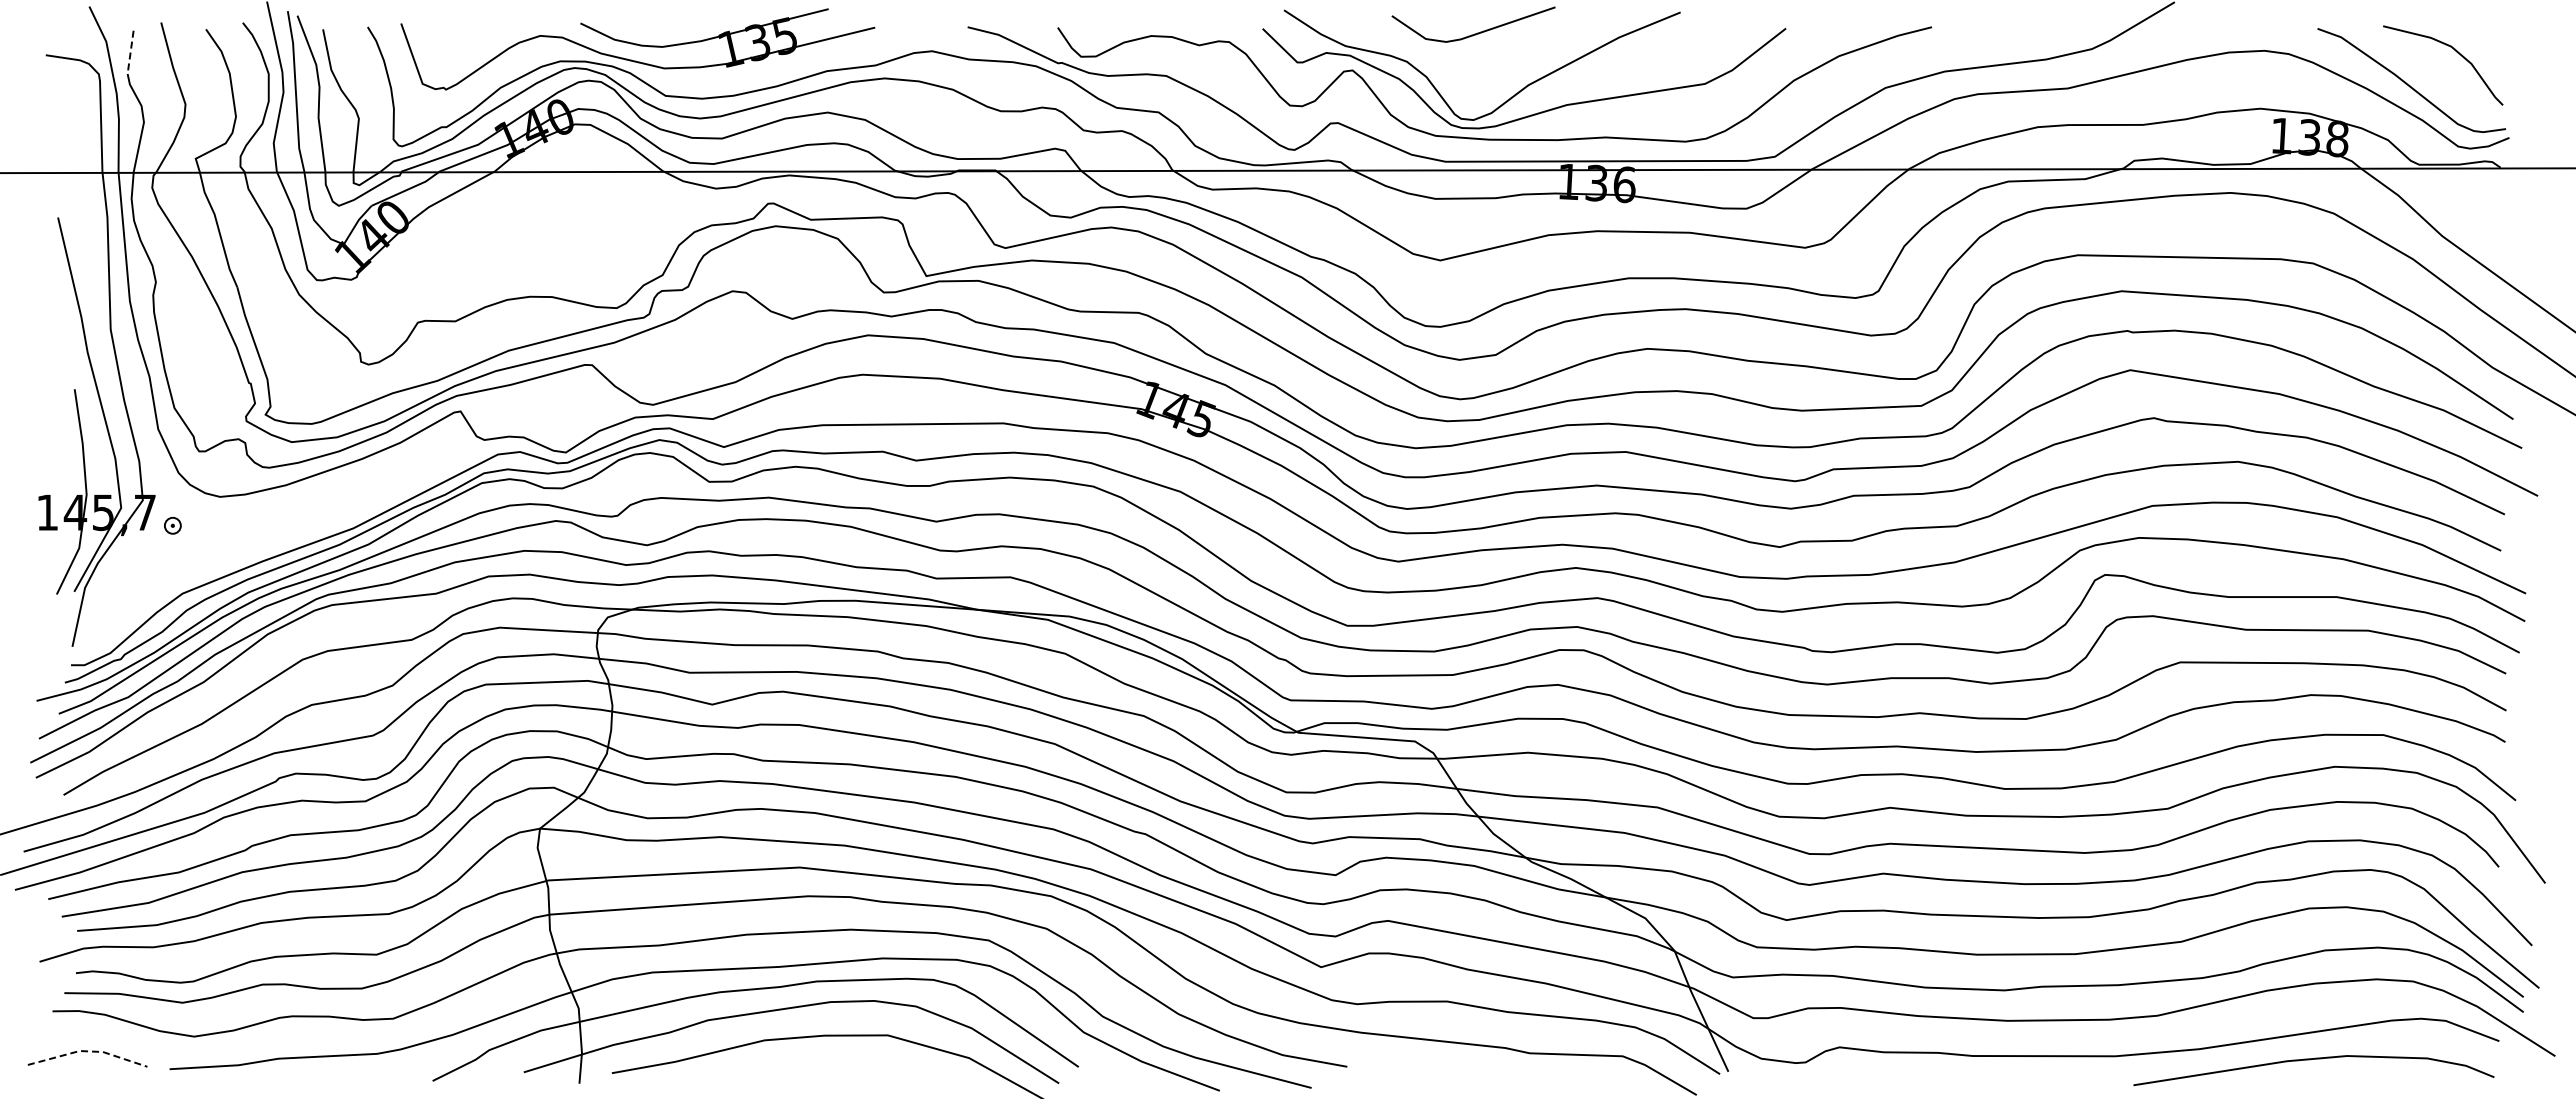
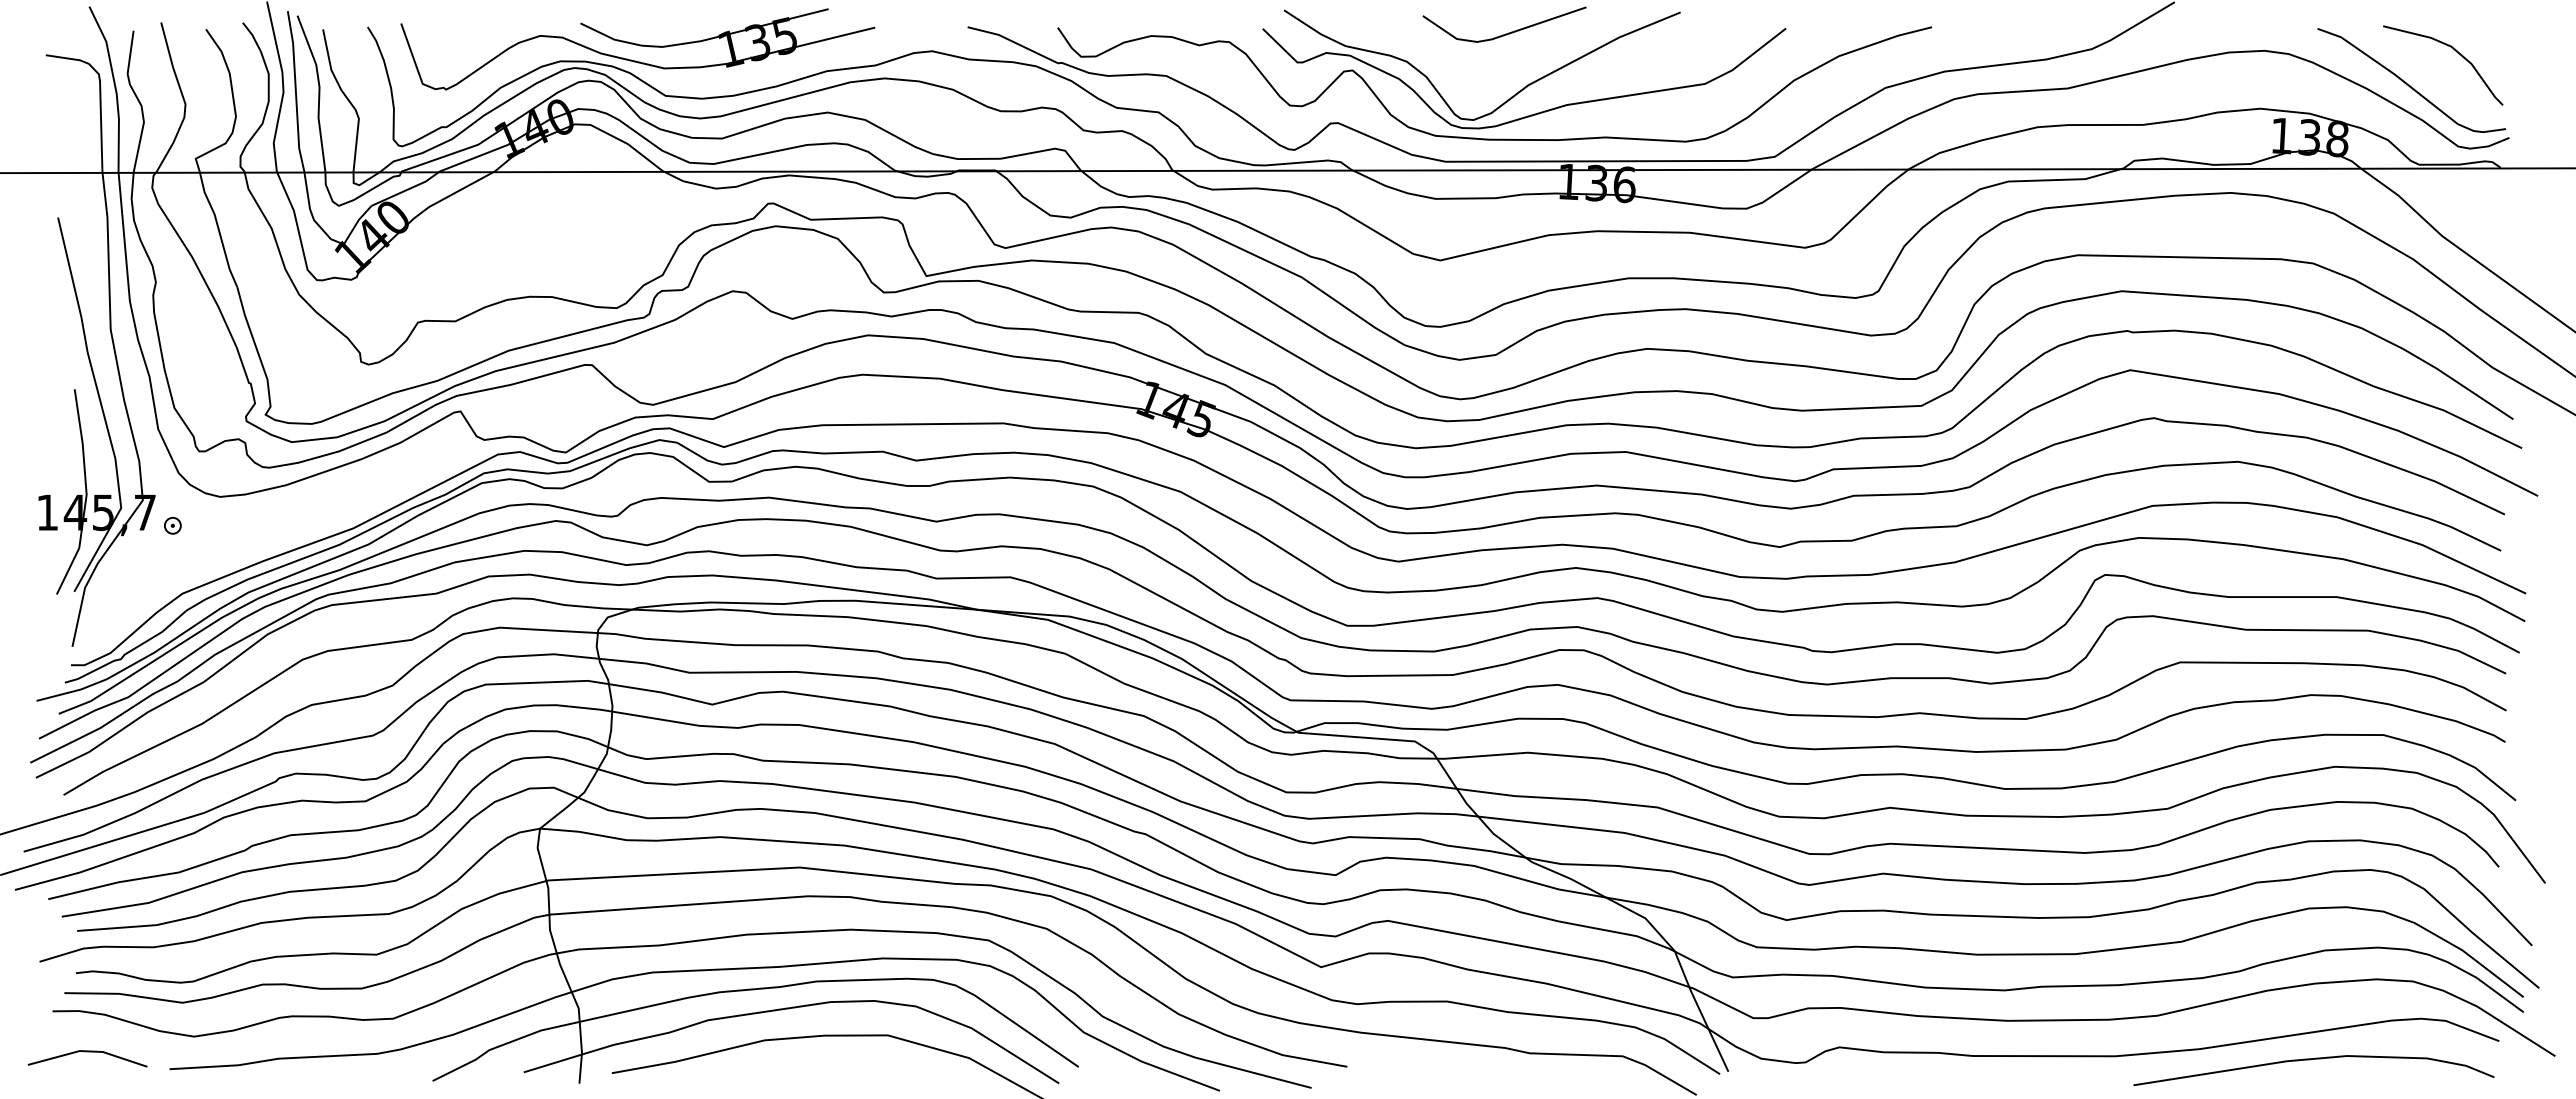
line at (1477, 32) position: (1477, 32) -> (1508, 32)
line at (130, 52): dashed -> solid
line at (88, 1051): dashed -> solid
